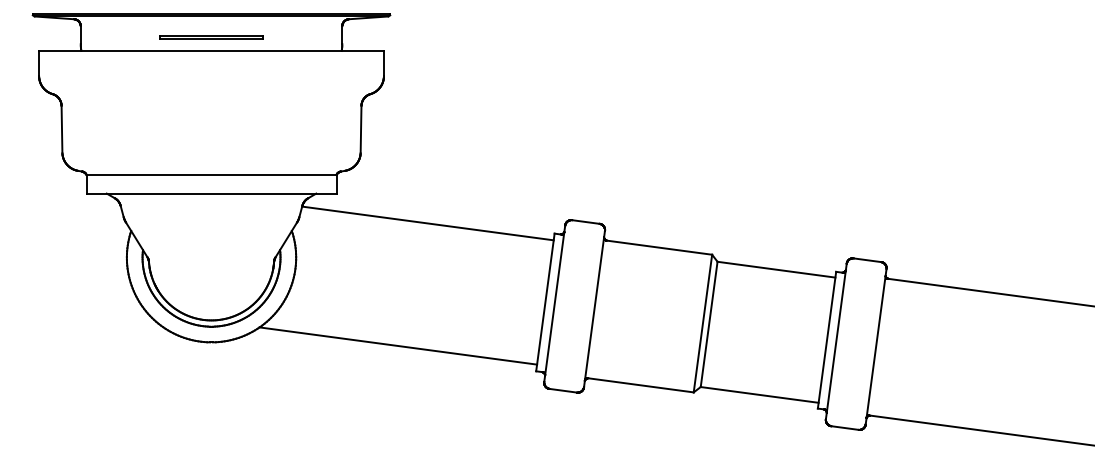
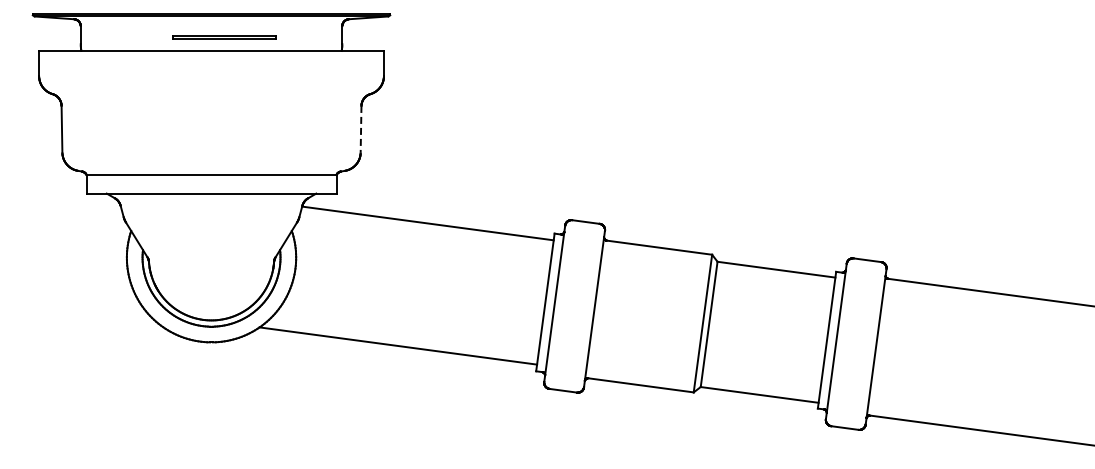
line at (211, 36) position: (211, 36) -> (224, 36)
line at (361, 129): solid -> dashed
